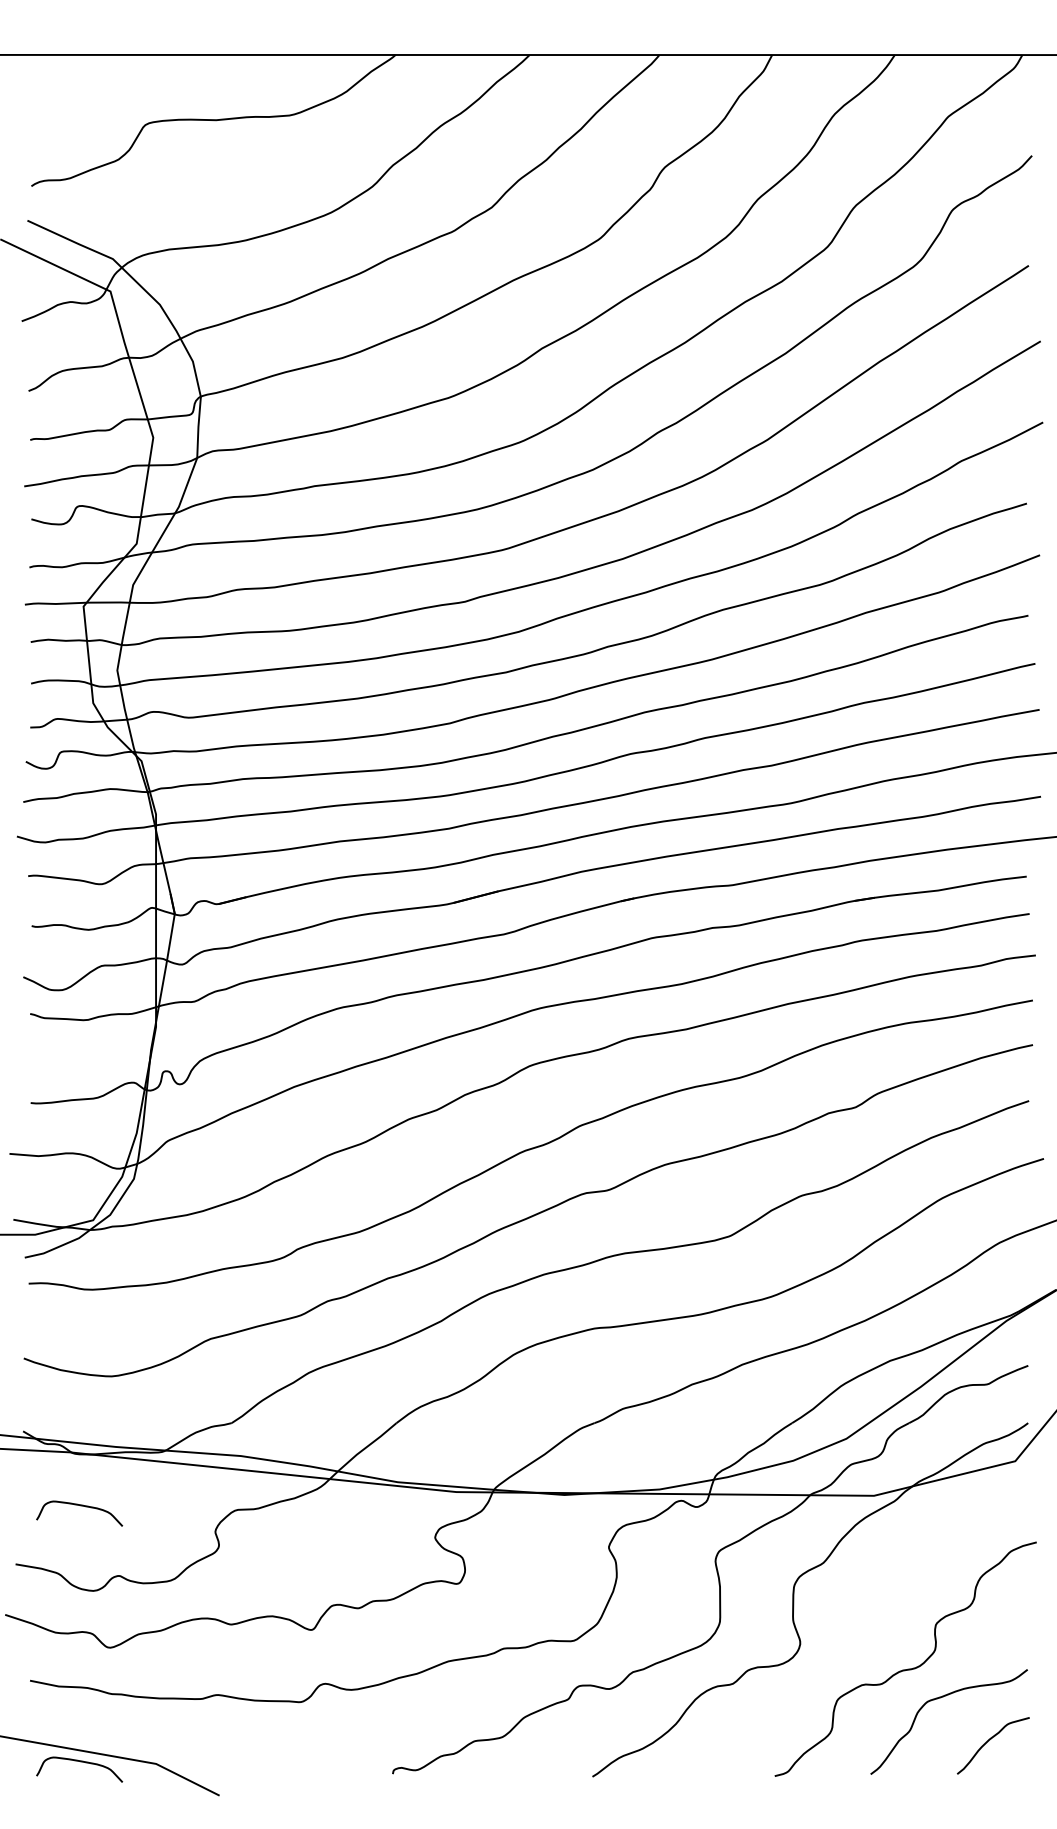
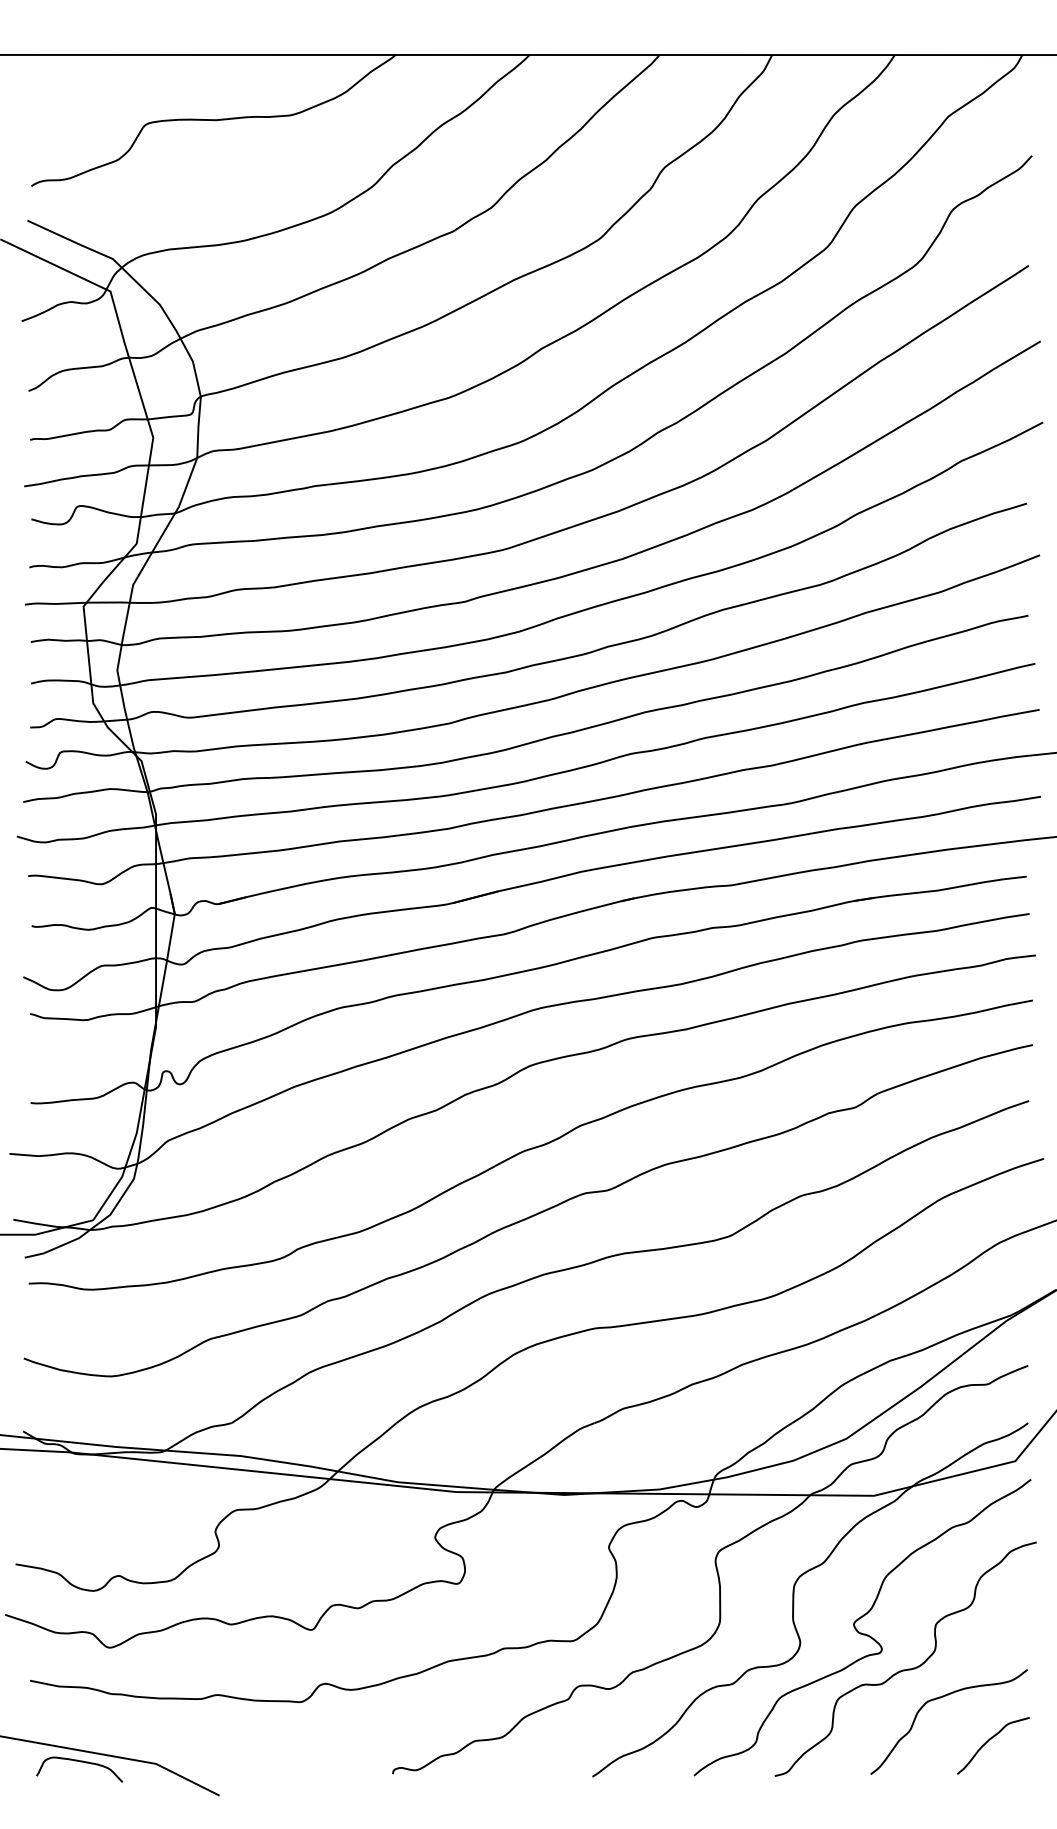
curve at (80, 1506): present -> none
curve at (858, 1630): none -> present
